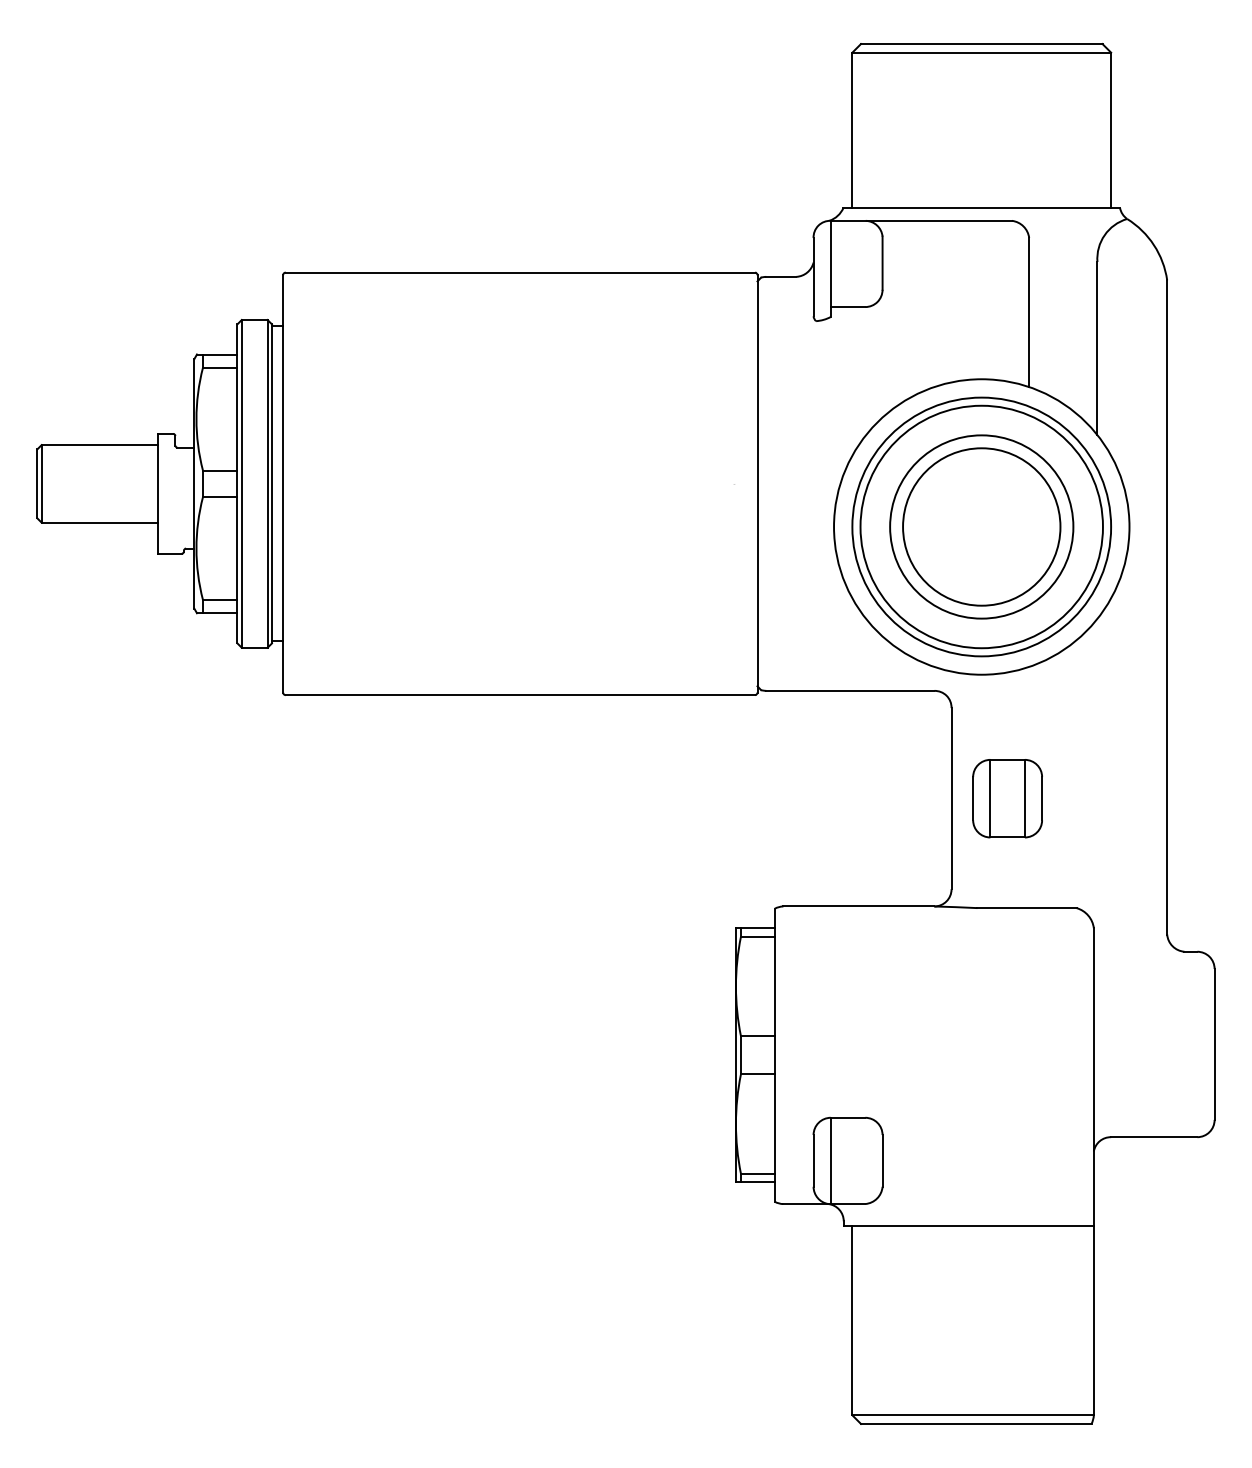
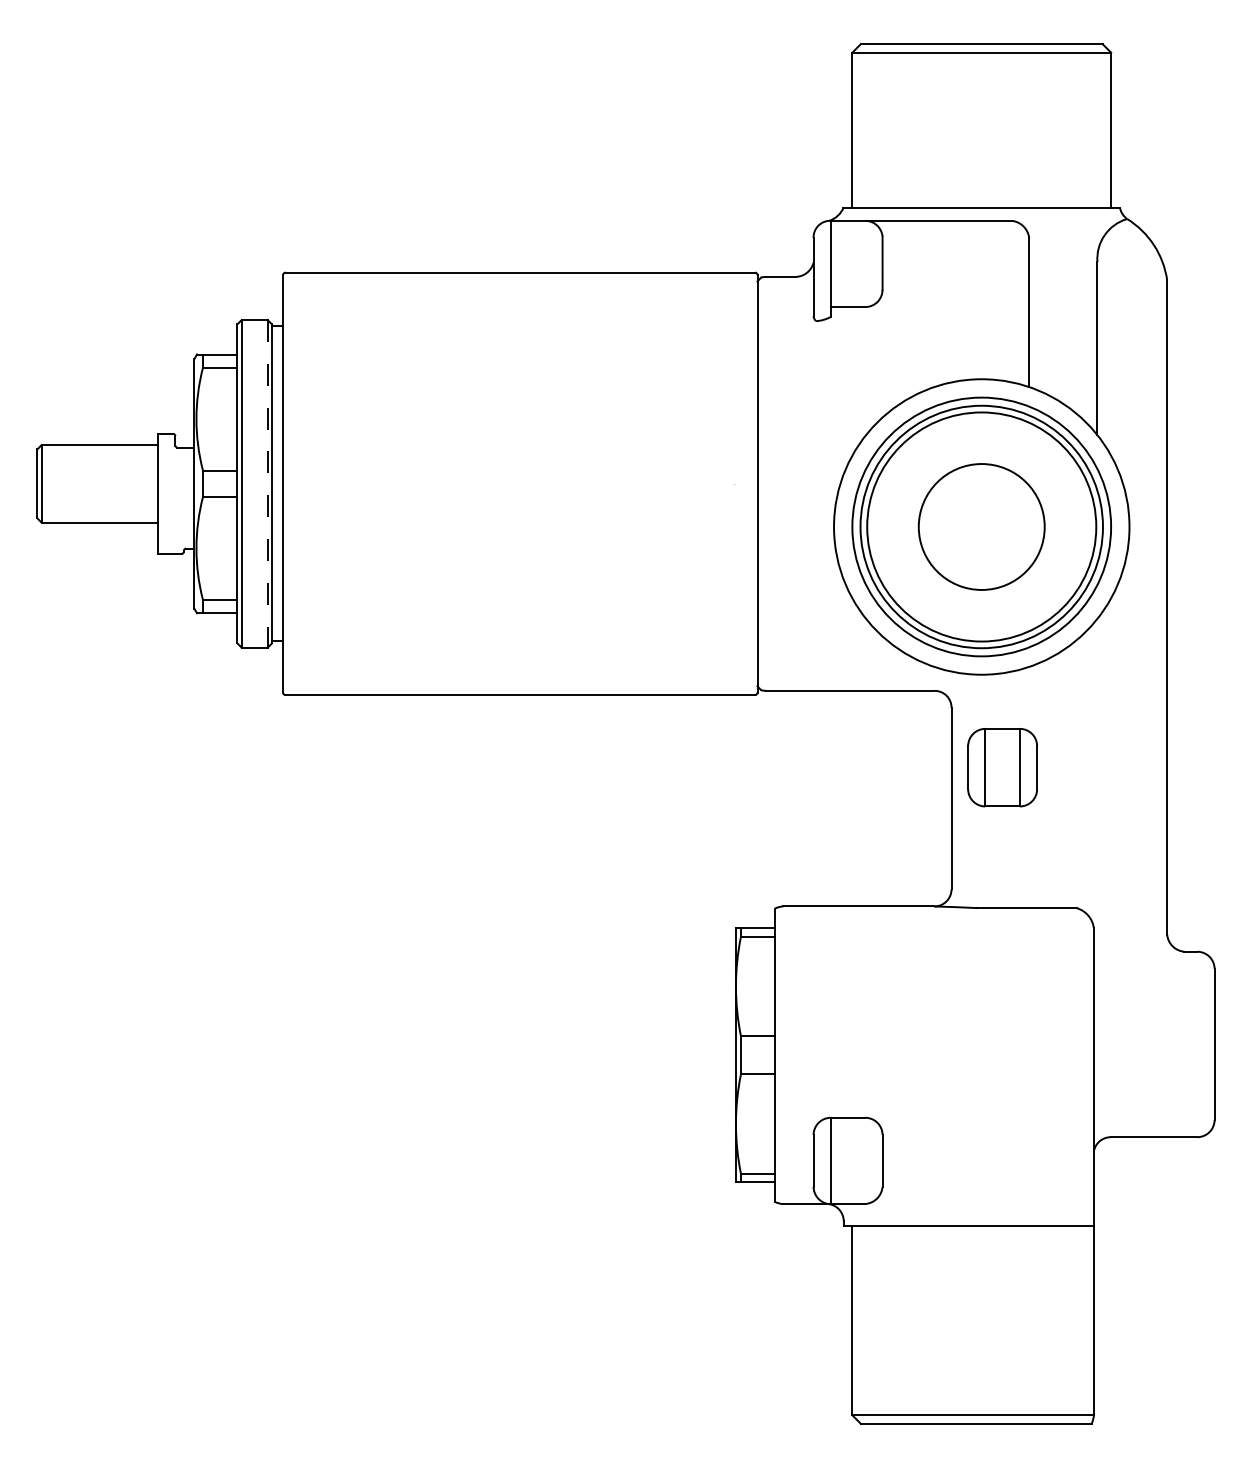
line at (267, 483): solid -> dashed
circle at (981, 526) diameter: 157 px -> 126 px
circle at (981, 526) diameter: 183 px -> 229 px
part at (1007, 798) position: (1007, 798) -> (1002, 767)
